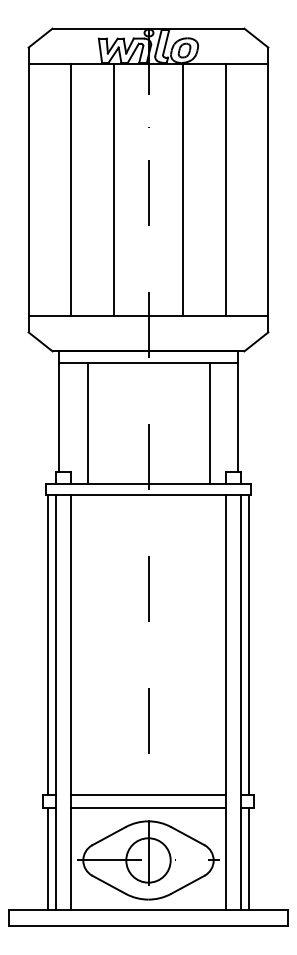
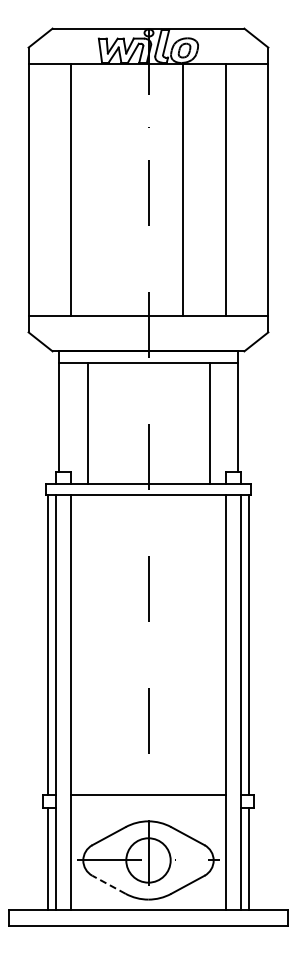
line at (114, 189): present -> none
line at (148, 808): present -> none
line at (109, 884): solid -> dashed
